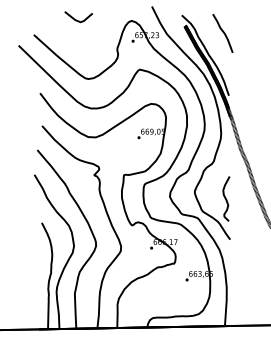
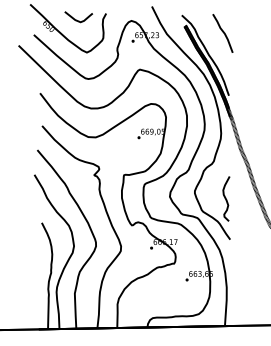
part at (62, 33): none -> present
